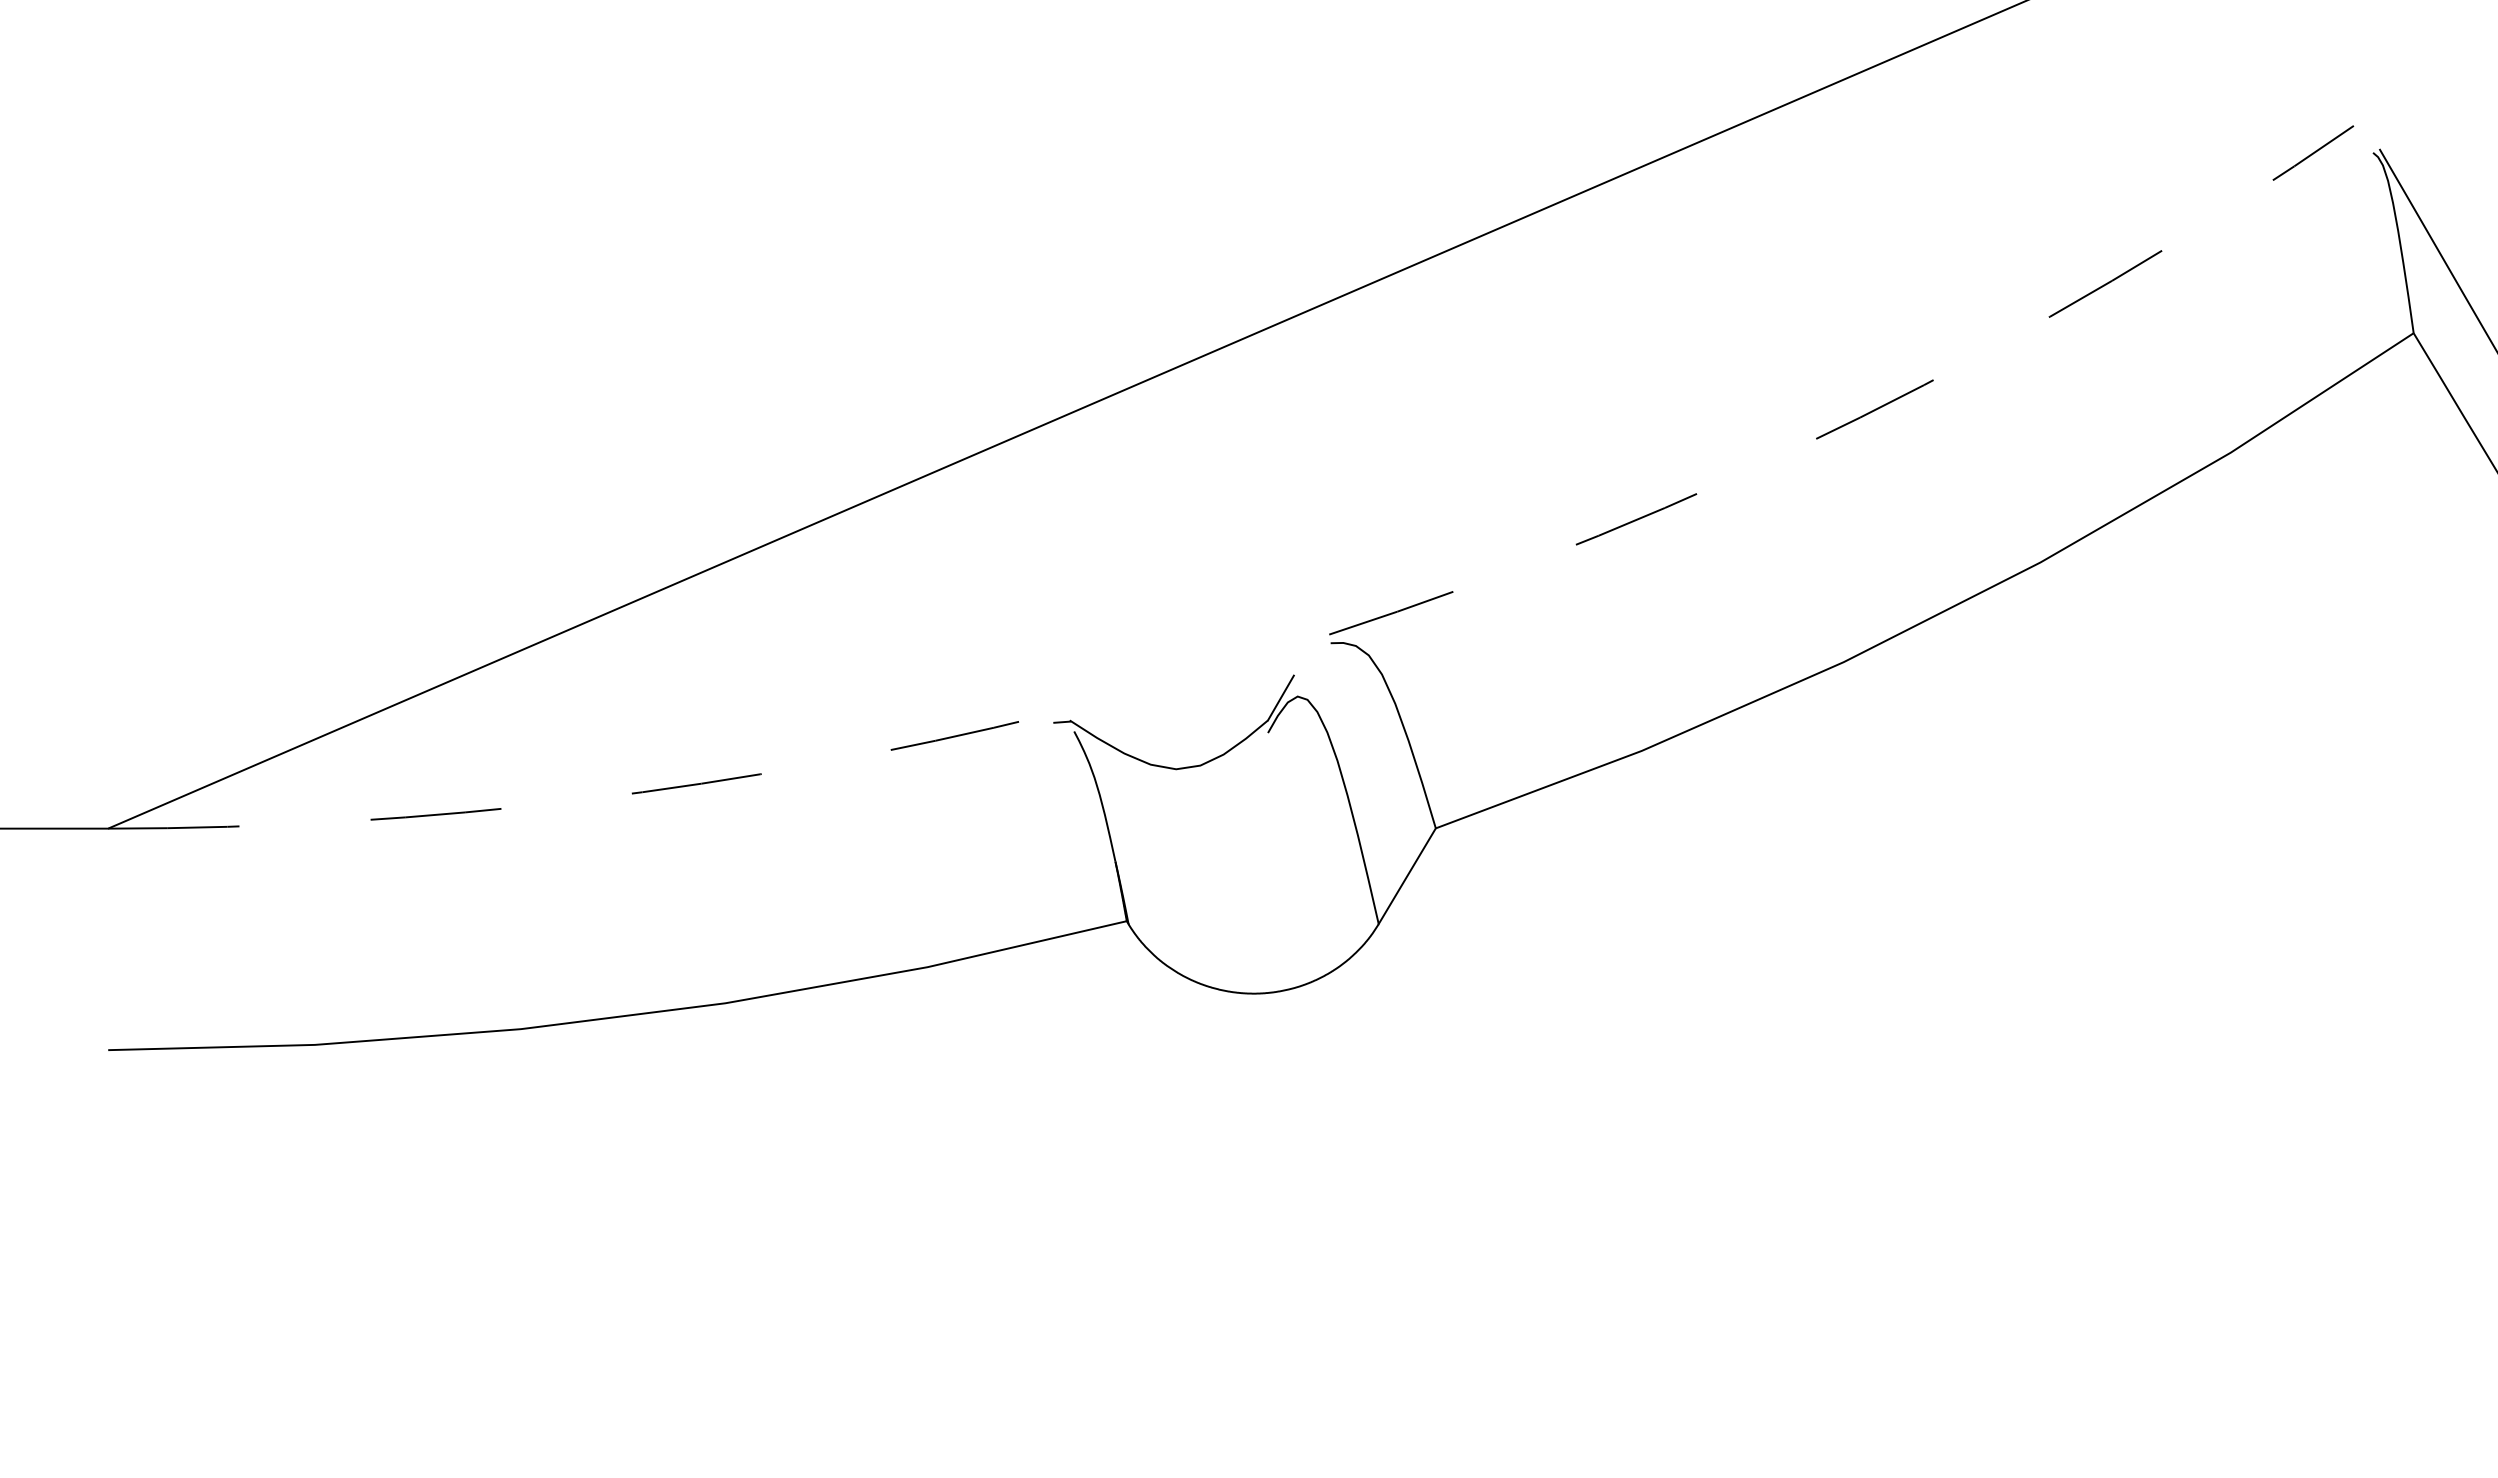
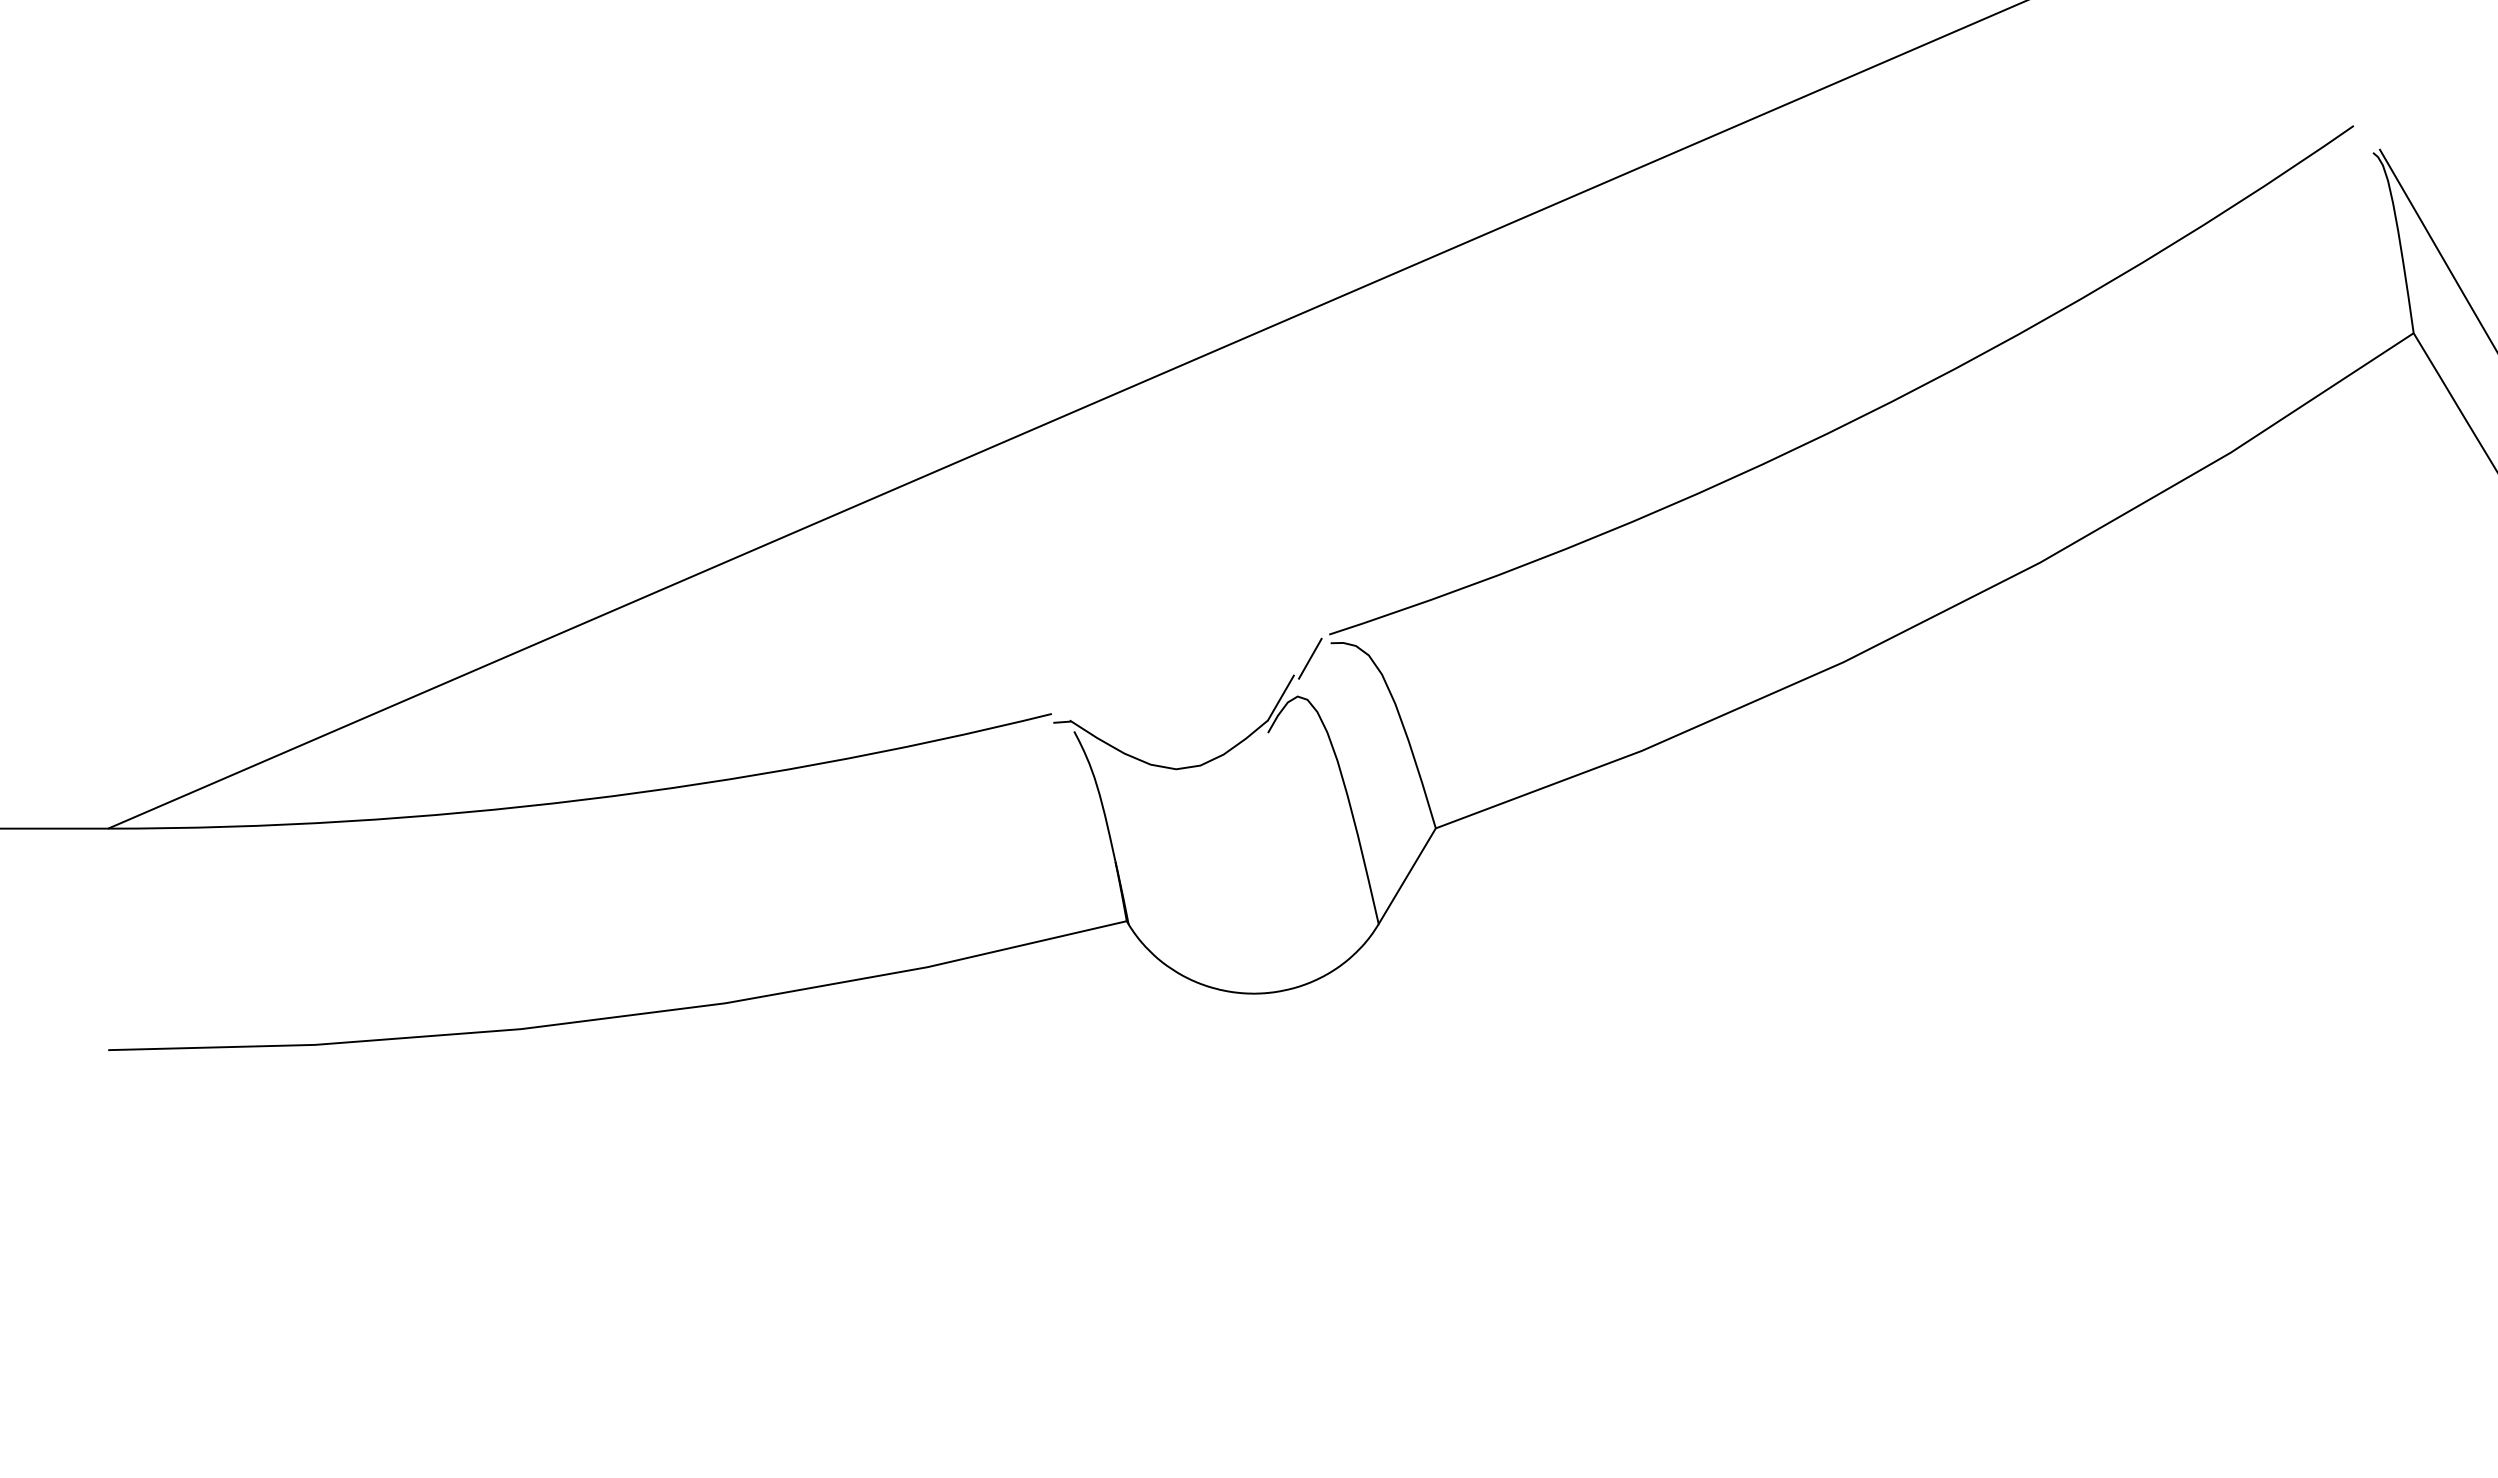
arc at (1860, 417): dashed -> solid
line at (1310, 658): none -> present
arc at (583, 799): dashed -> solid
